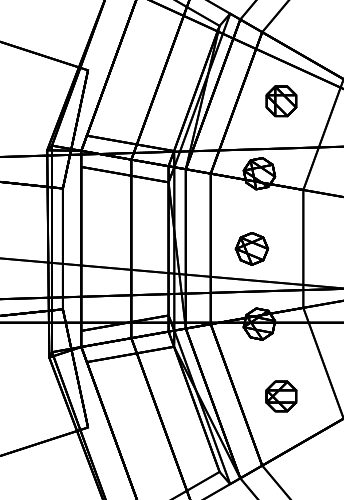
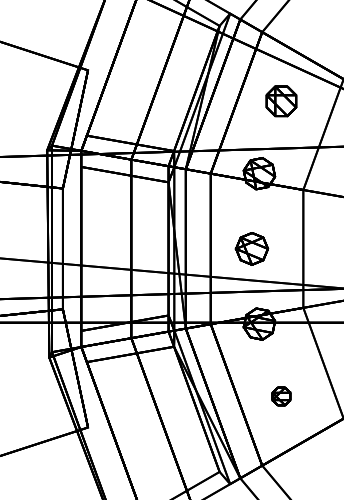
part at (281, 396) size: 33x33 px -> 21x21 px
